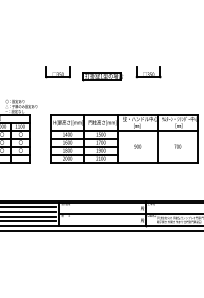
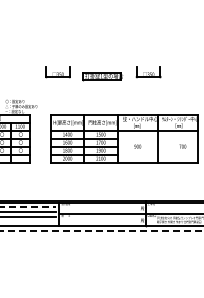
text at (177, 146) position: (177, 146) -> (182, 146)
line at (28, 207): solid -> dashed
line at (28, 221): present -> none
line at (102, 230): solid -> dashed
